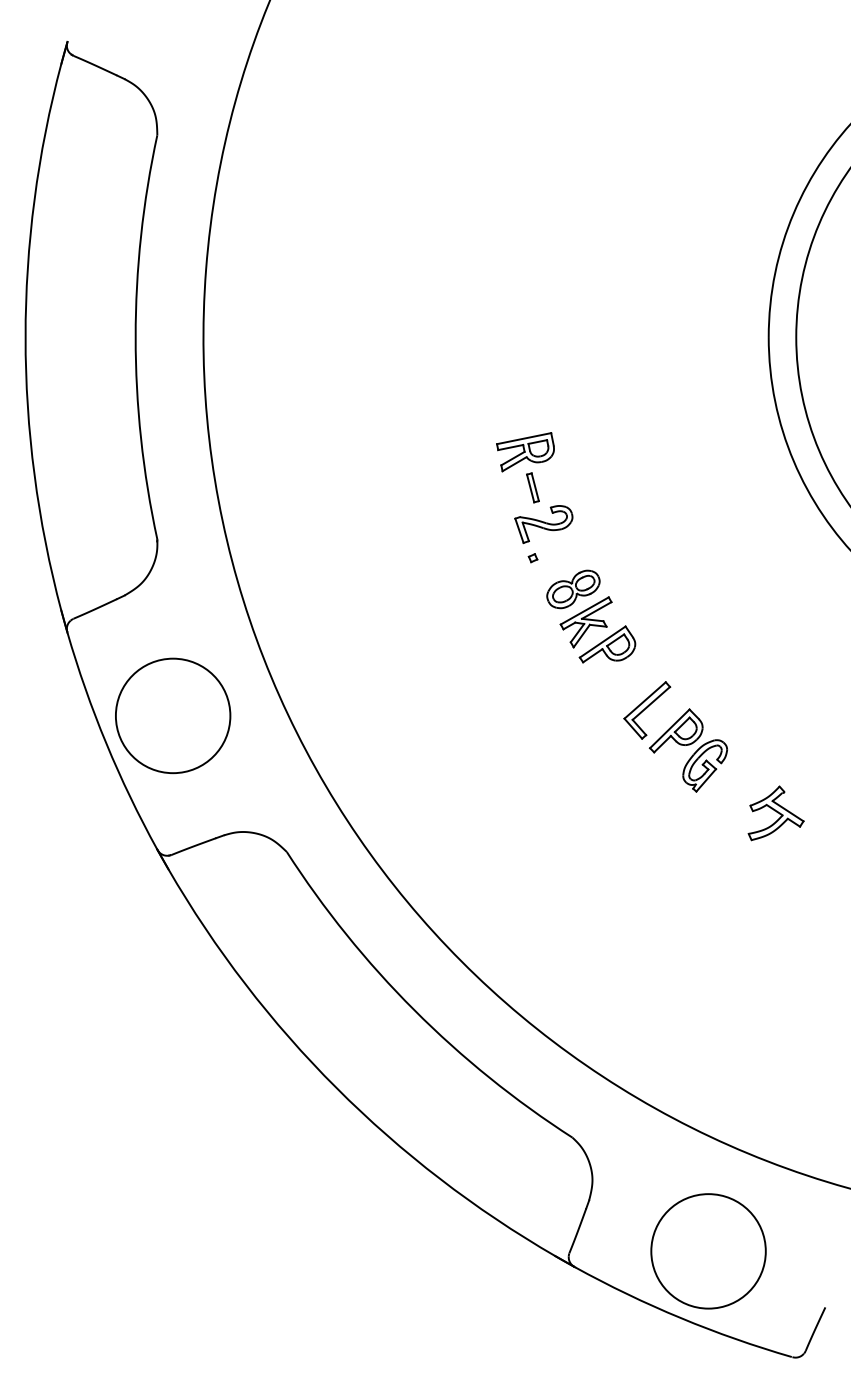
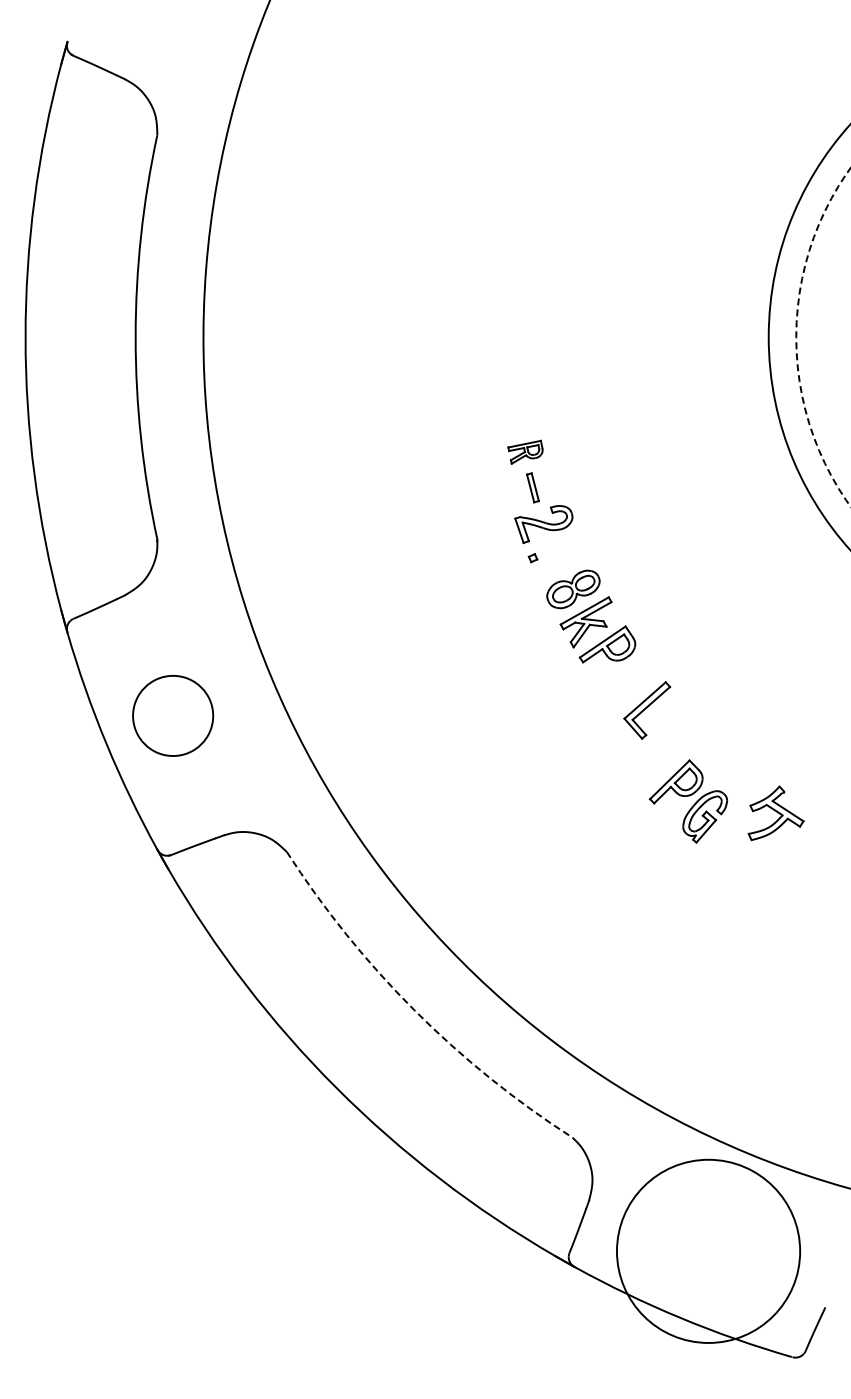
circle at (823, 337): solid -> dashed
part at (525, 452) size: 59x41 px -> 37x26 px
circle at (172, 715) diameter: 114 px -> 80 px
part at (687, 750) position: (687, 750) -> (687, 801)
arc at (414, 1010): solid -> dashed
circle at (708, 1251) diameter: 114 px -> 183 px
